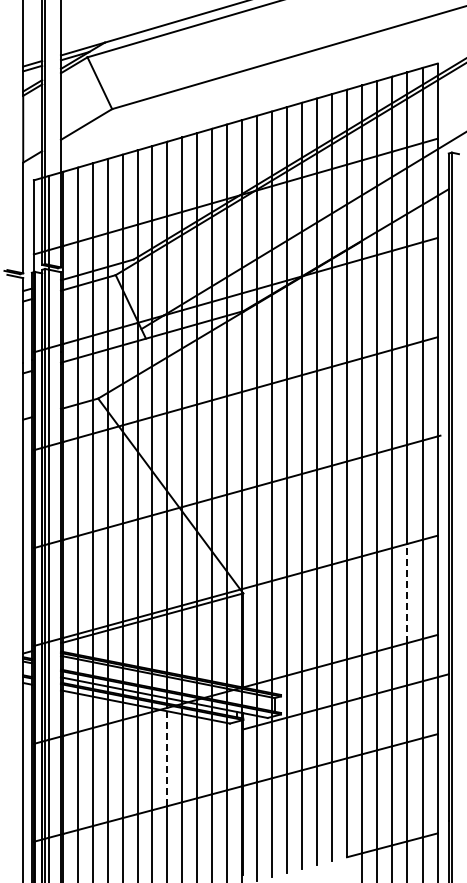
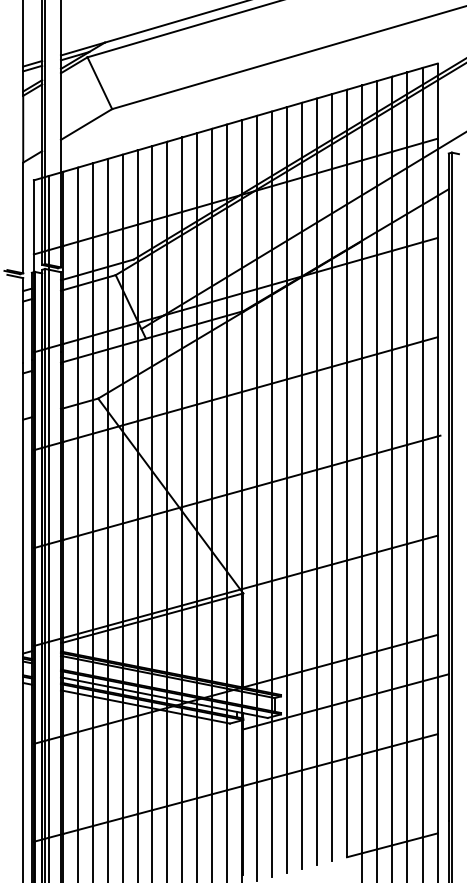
line at (407, 593): dashed -> solid
line at (167, 756): dashed -> solid
